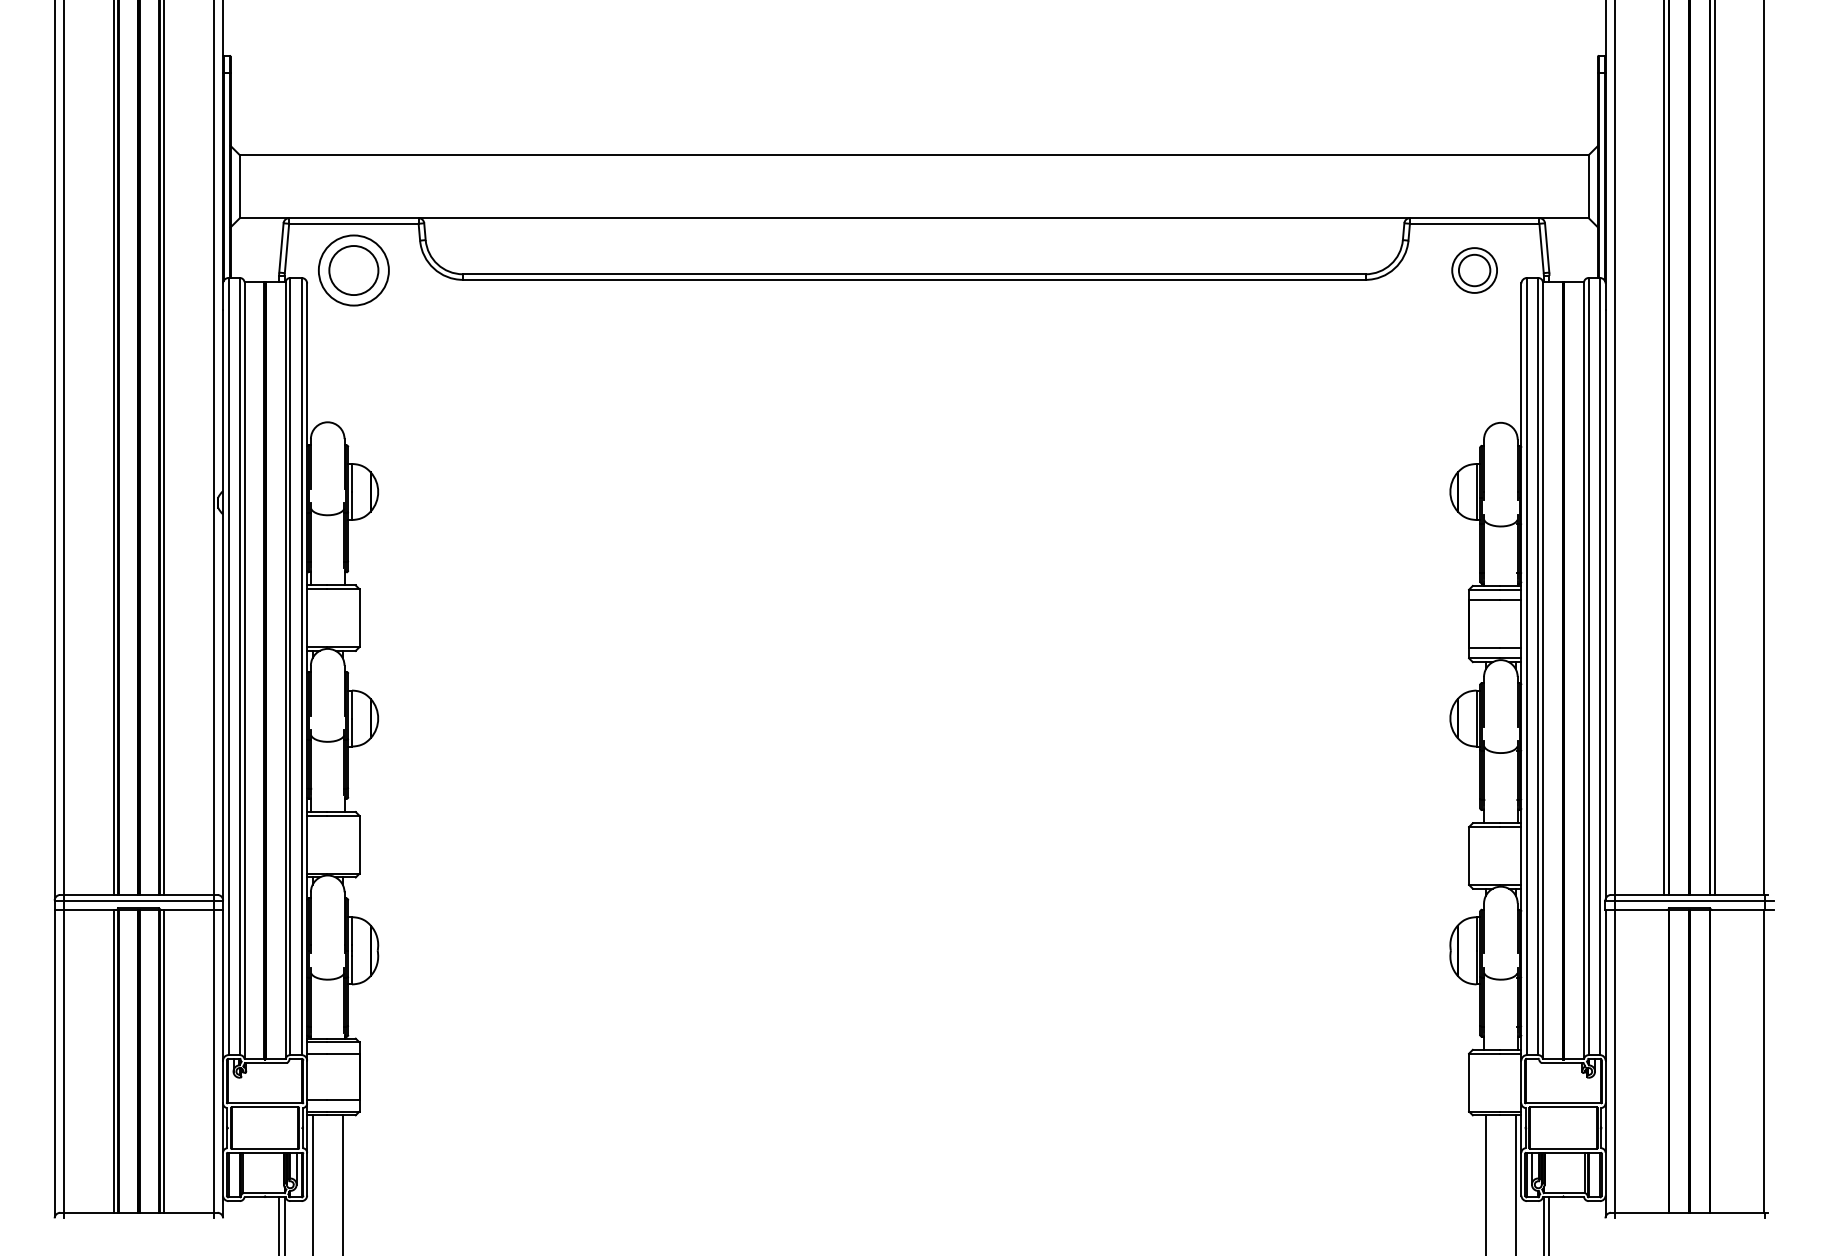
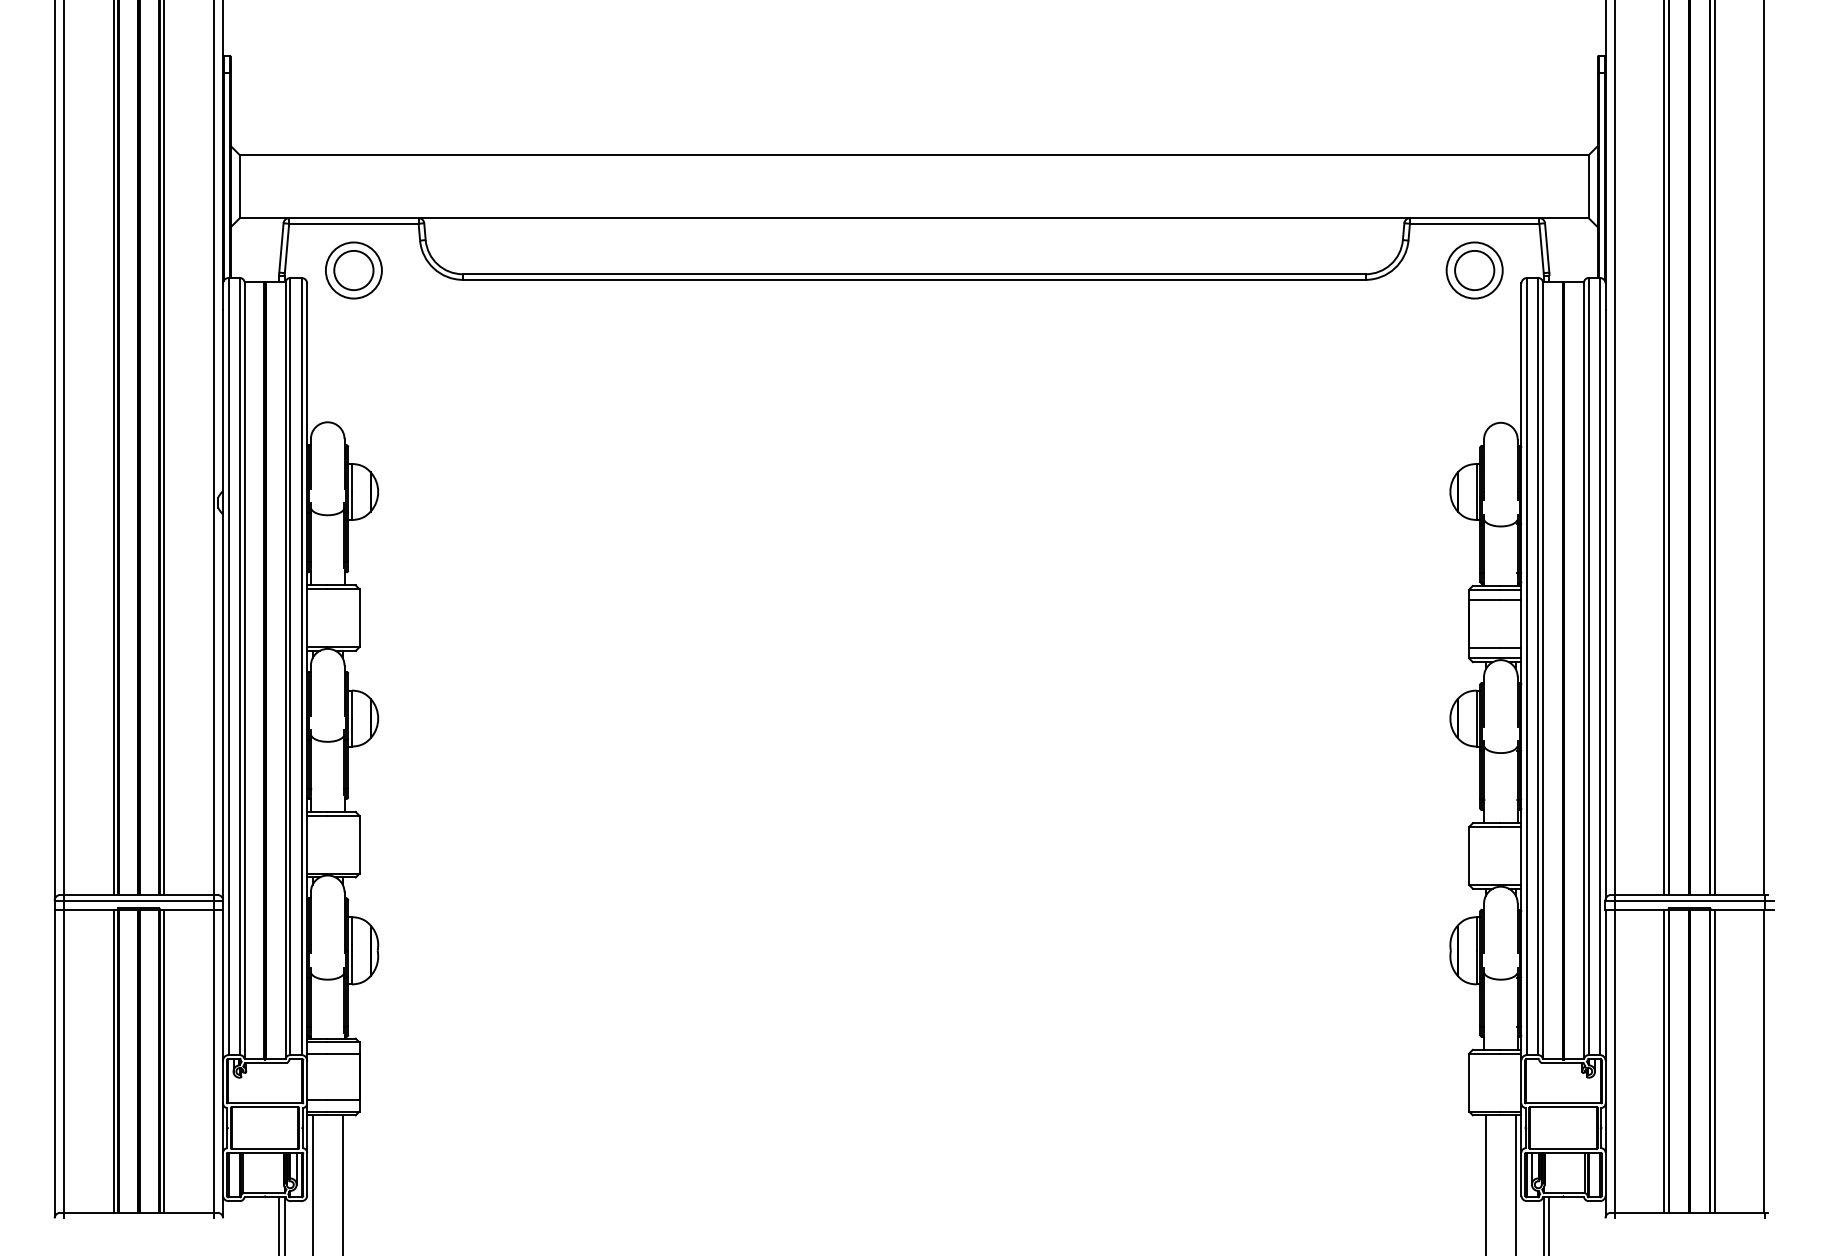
part at (353, 270) size: 72x73 px -> 58x59 px
part at (1474, 270) size: 47x47 px -> 59x59 px
line at (1664, 1060): none -> present
line at (1714, 1060): none -> present
